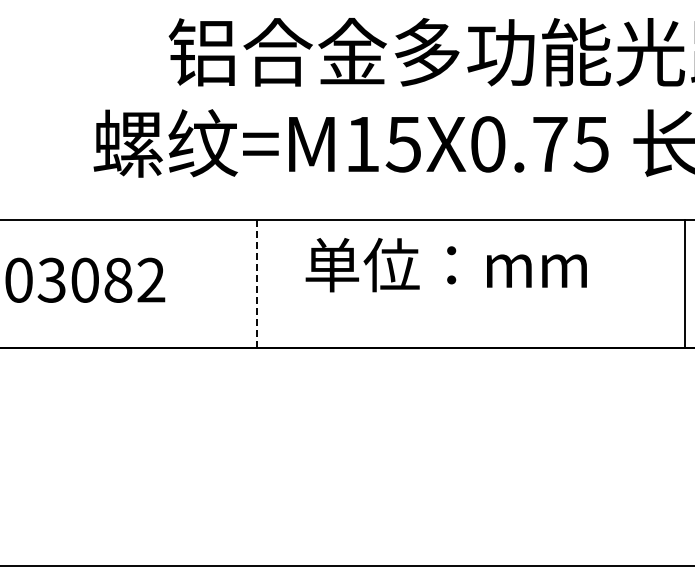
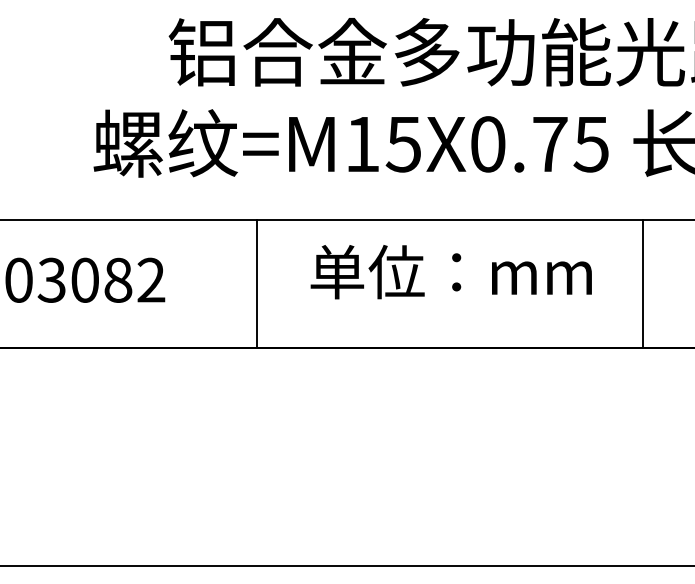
text at (445, 265) position: (445, 265) -> (450, 272)
line at (257, 283): dashed -> solid
line at (684, 283) position: (684, 283) -> (642, 283)
